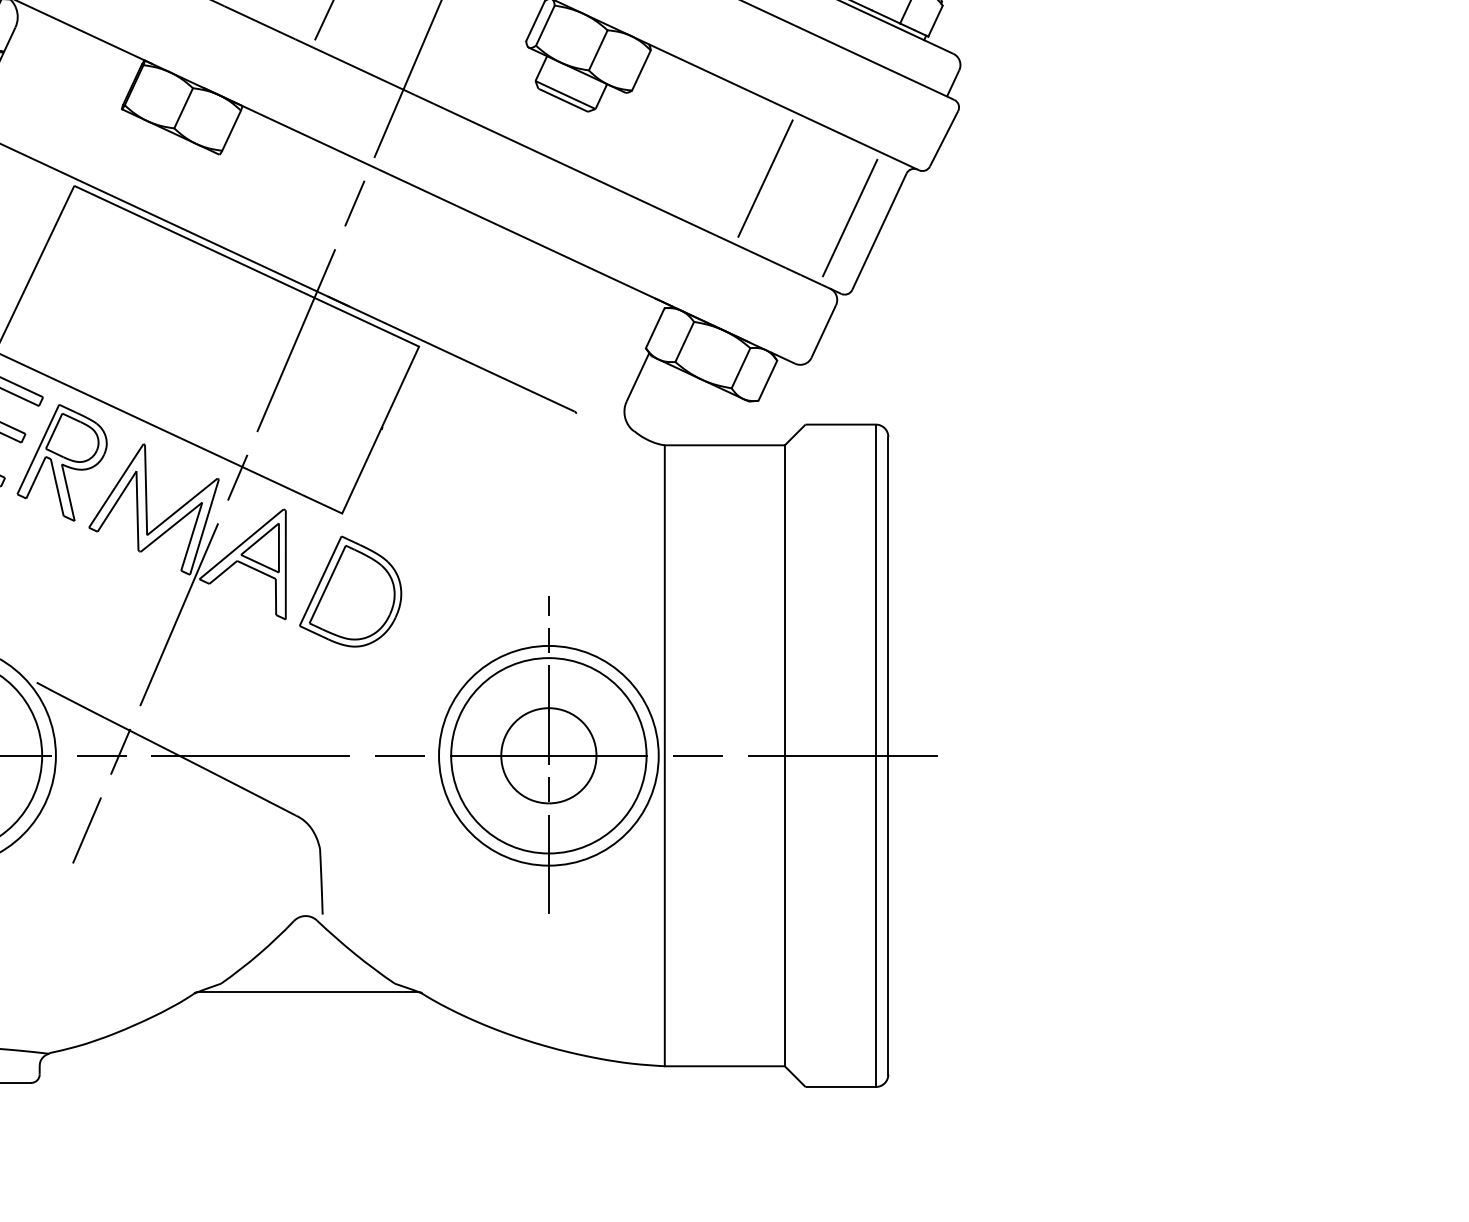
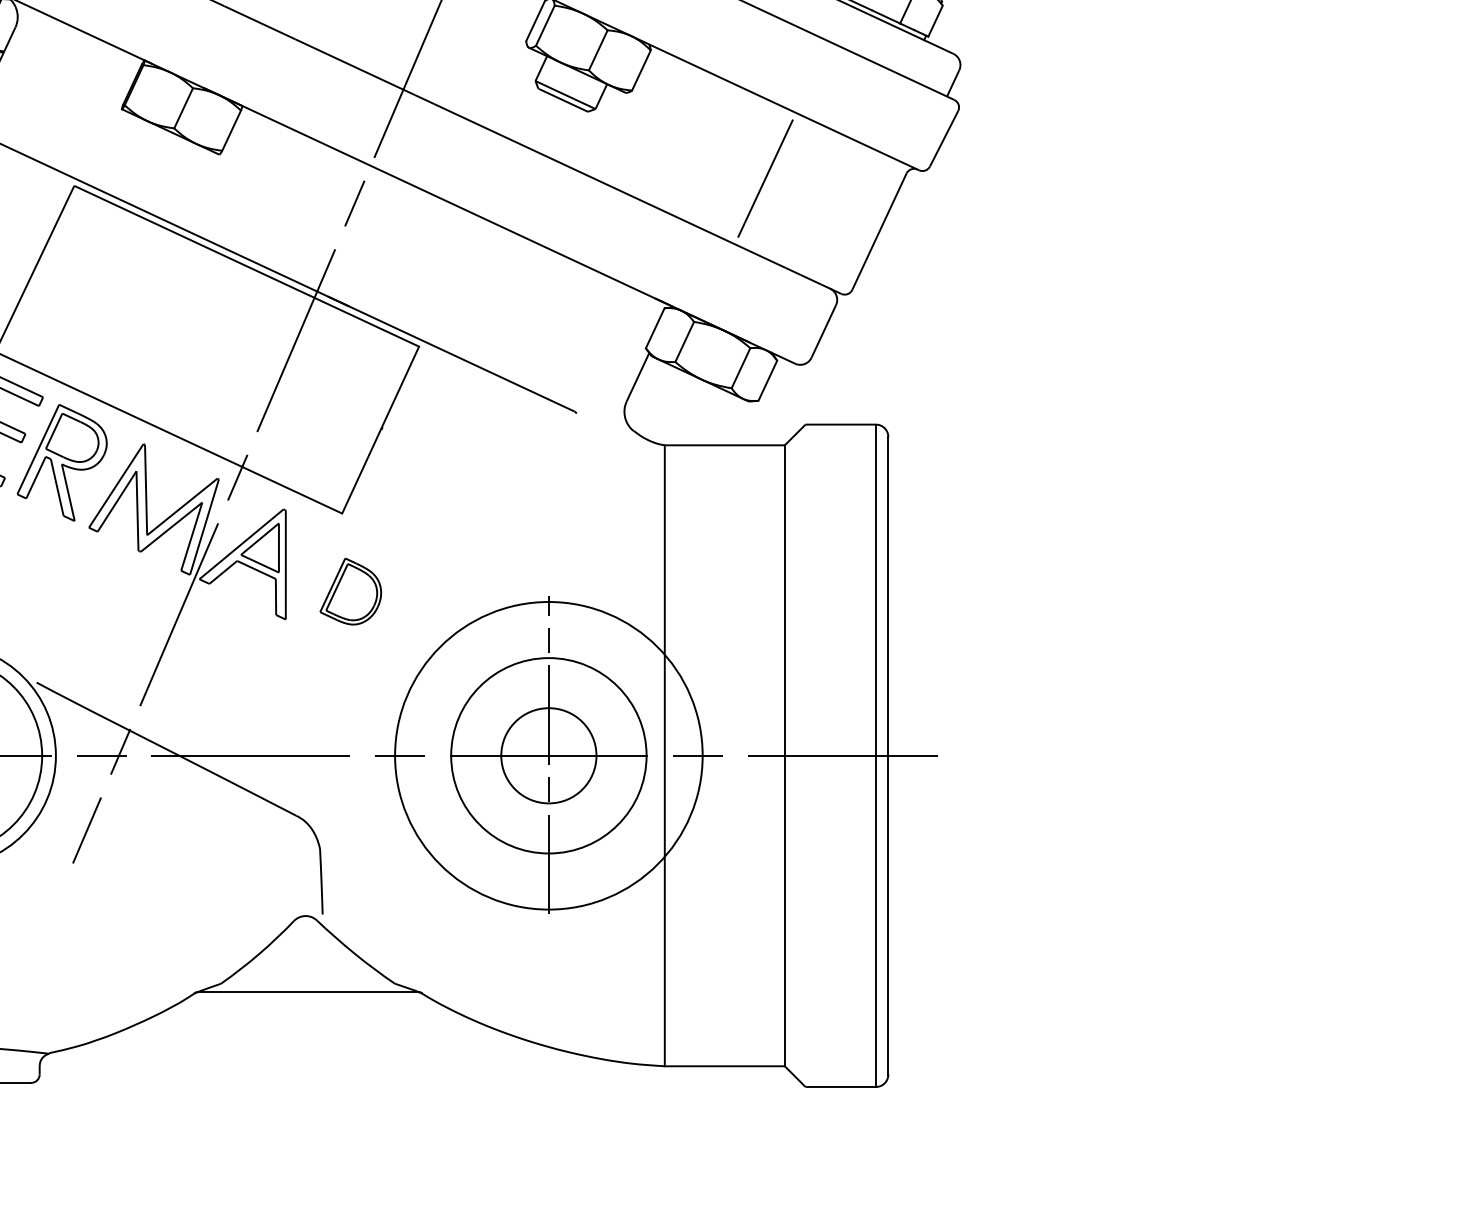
line at (323, 20): present -> none
line at (850, 217): present -> none
part at (350, 591) size: 104x113 px -> 64x69 px
circle at (548, 755) diameter: 220 px -> 308 px
